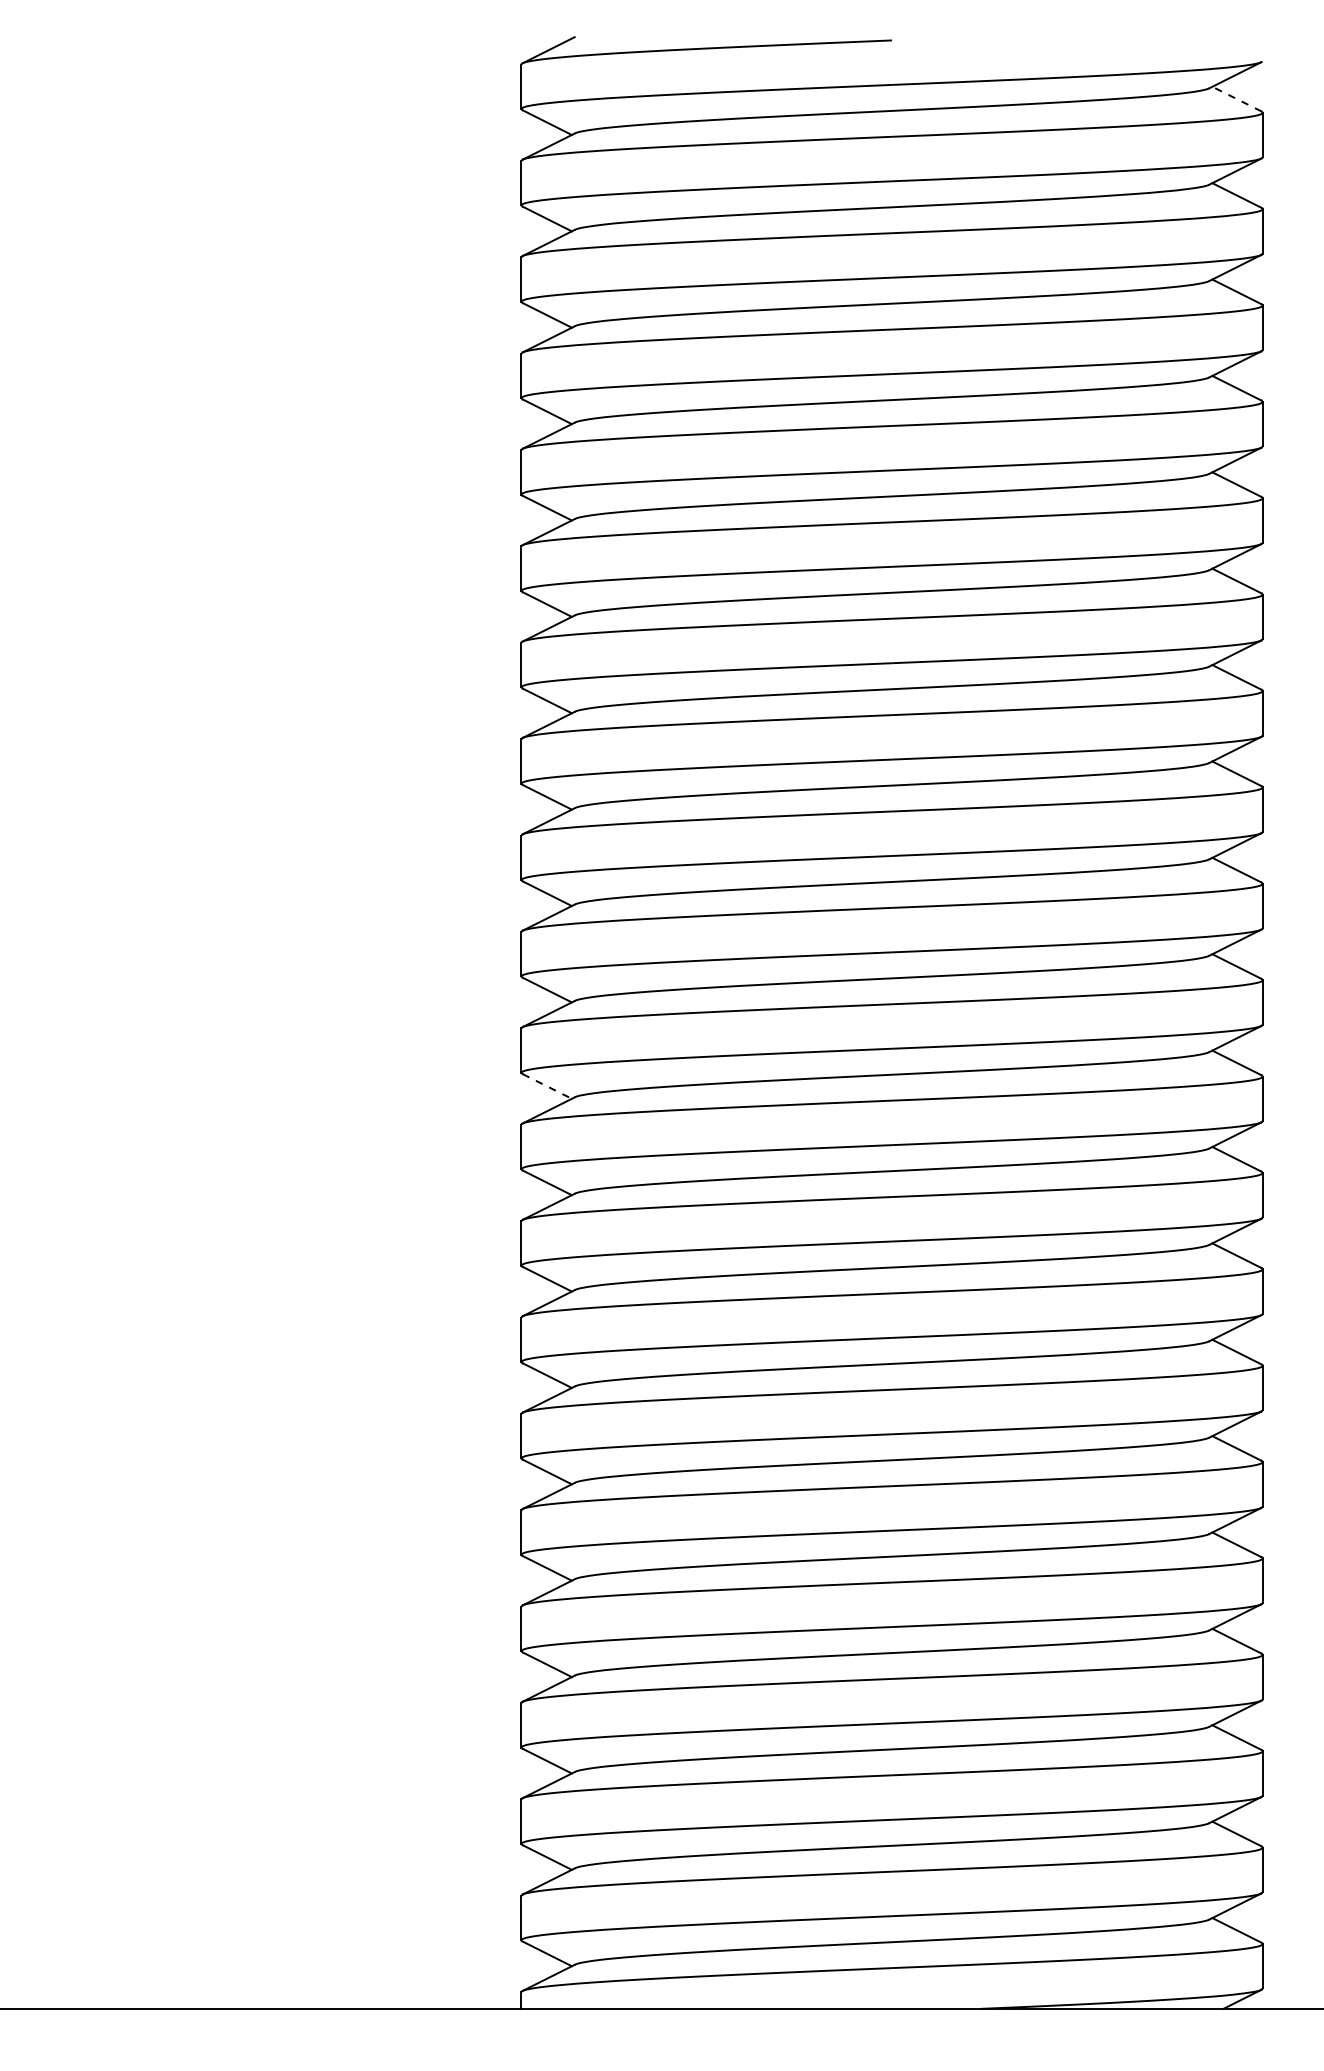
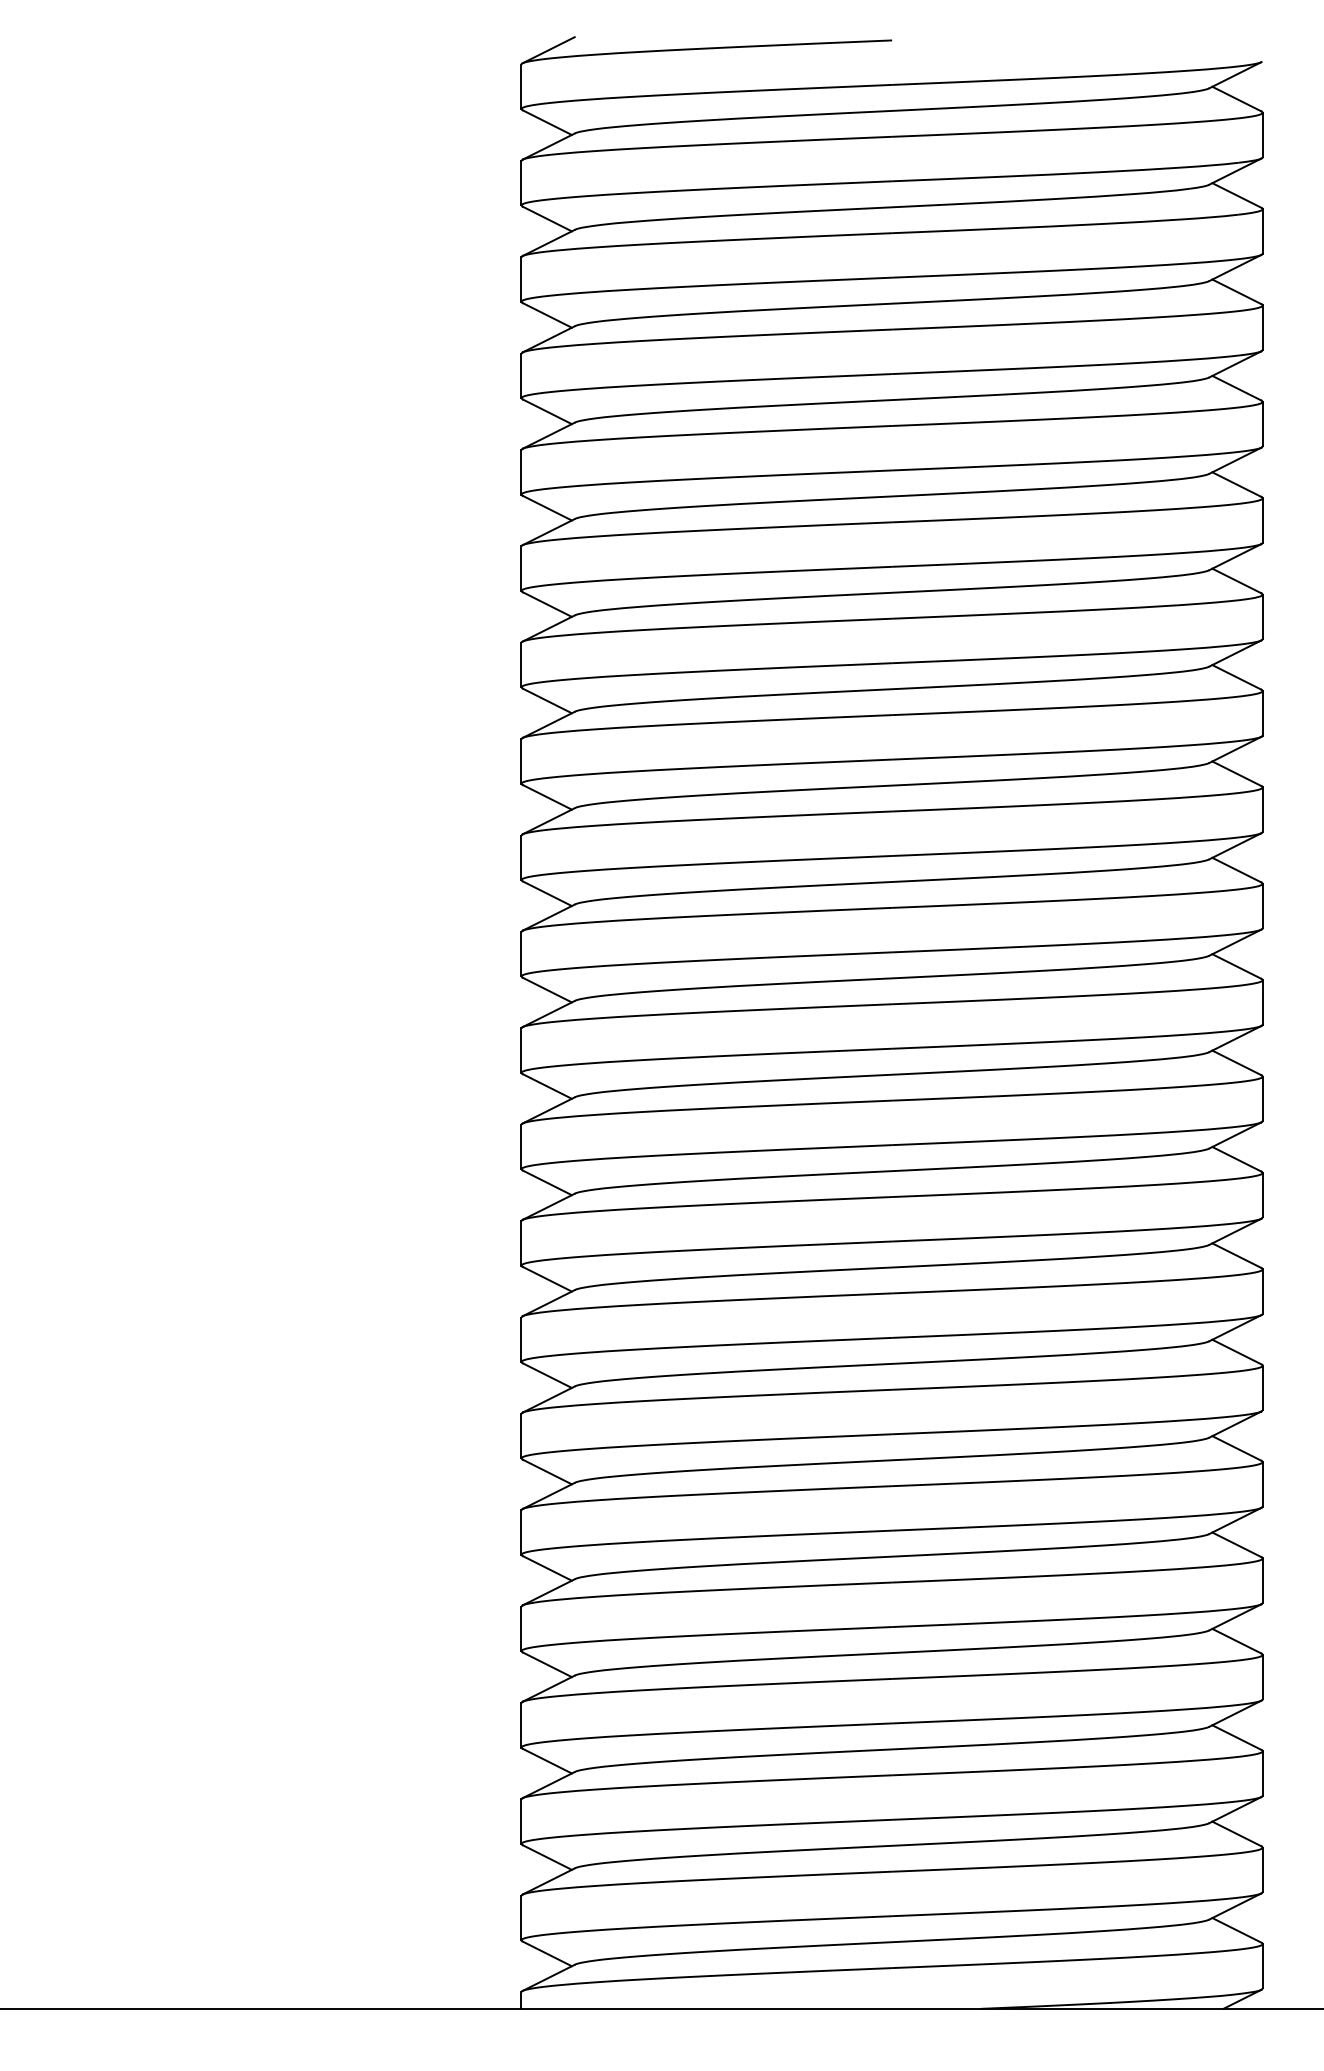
line at (1236, 99): dashed -> solid
line at (547, 1086): dashed -> solid
